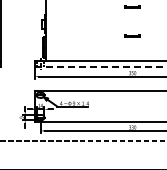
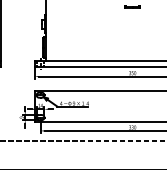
line at (132, 35): present -> none
line at (100, 66): dashed -> solid
